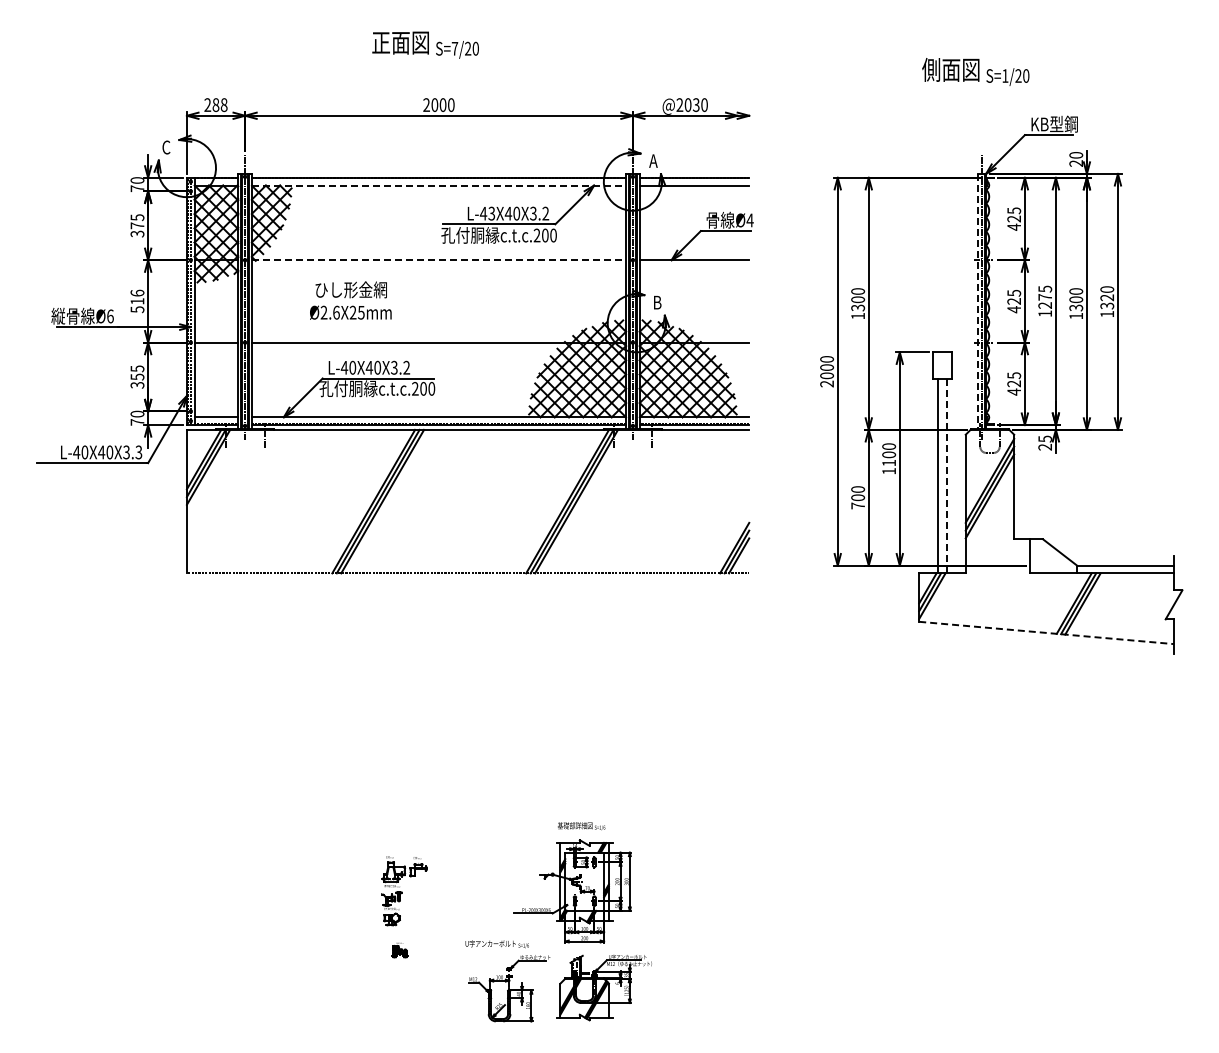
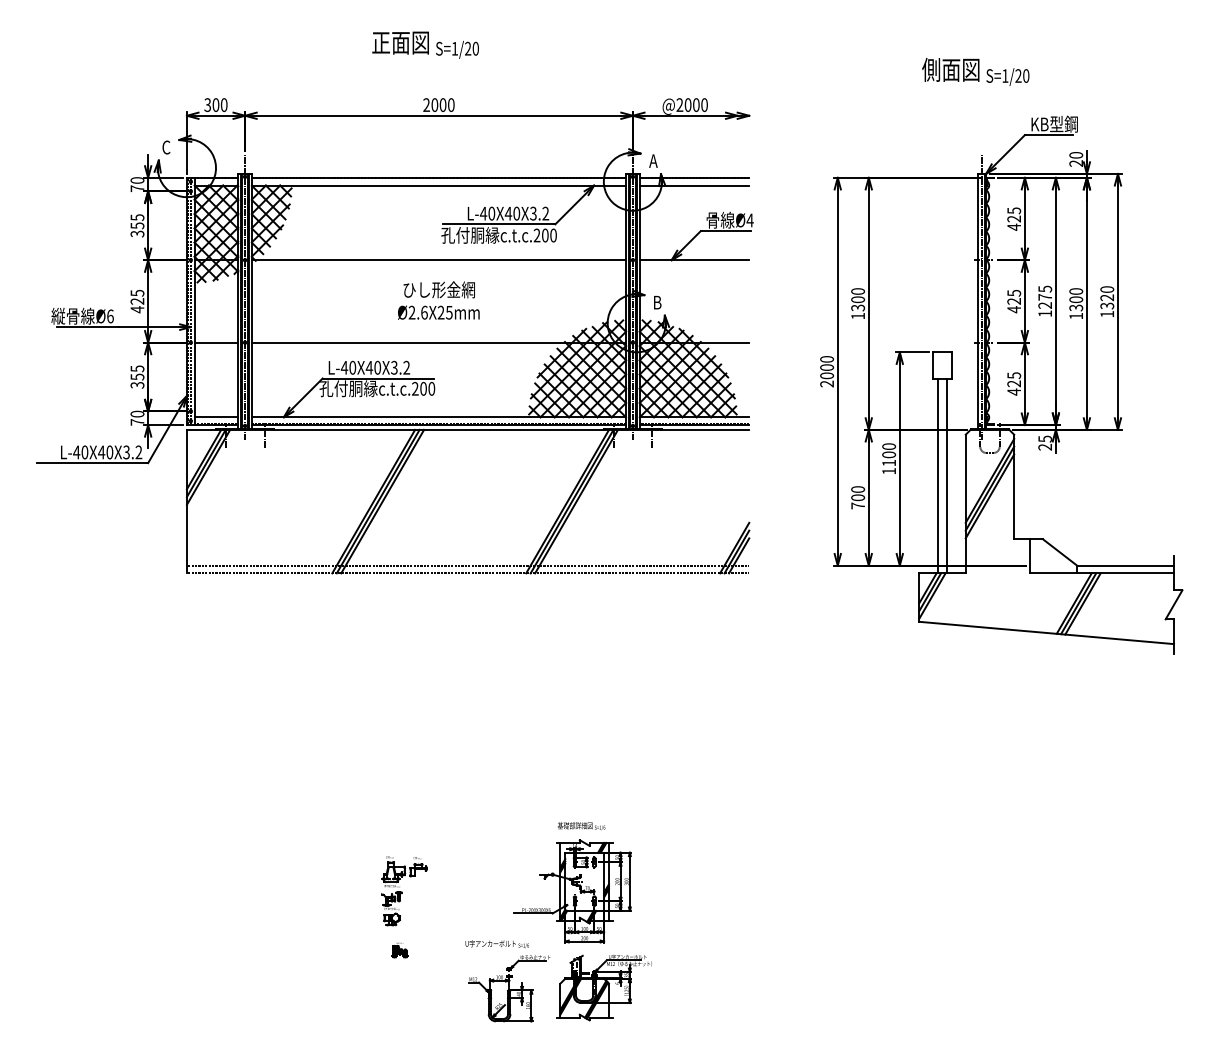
text at (454, 48): S=7/20 -> S=1/20
text at (695, 104): @2030 -> @2000
text at (215, 105): 288 -> 300
line at (439, 185): dashed -> solid
text at (491, 213): L-43X40X3.2 -> L-40X40X3.2
text at (137, 225): 375 -> 355
line at (439, 260): dashed -> solid
text at (350, 300) position: (350, 300) -> (438, 300)
text at (137, 301): 516 -> 425
line at (977, 301): dashed -> solid
text at (138, 452): L-40X40X3.3 -> L-40X40X3.2
line at (947, 476): dashed -> solid
line at (467, 565): none -> present
line at (1046, 632): dashed -> solid
